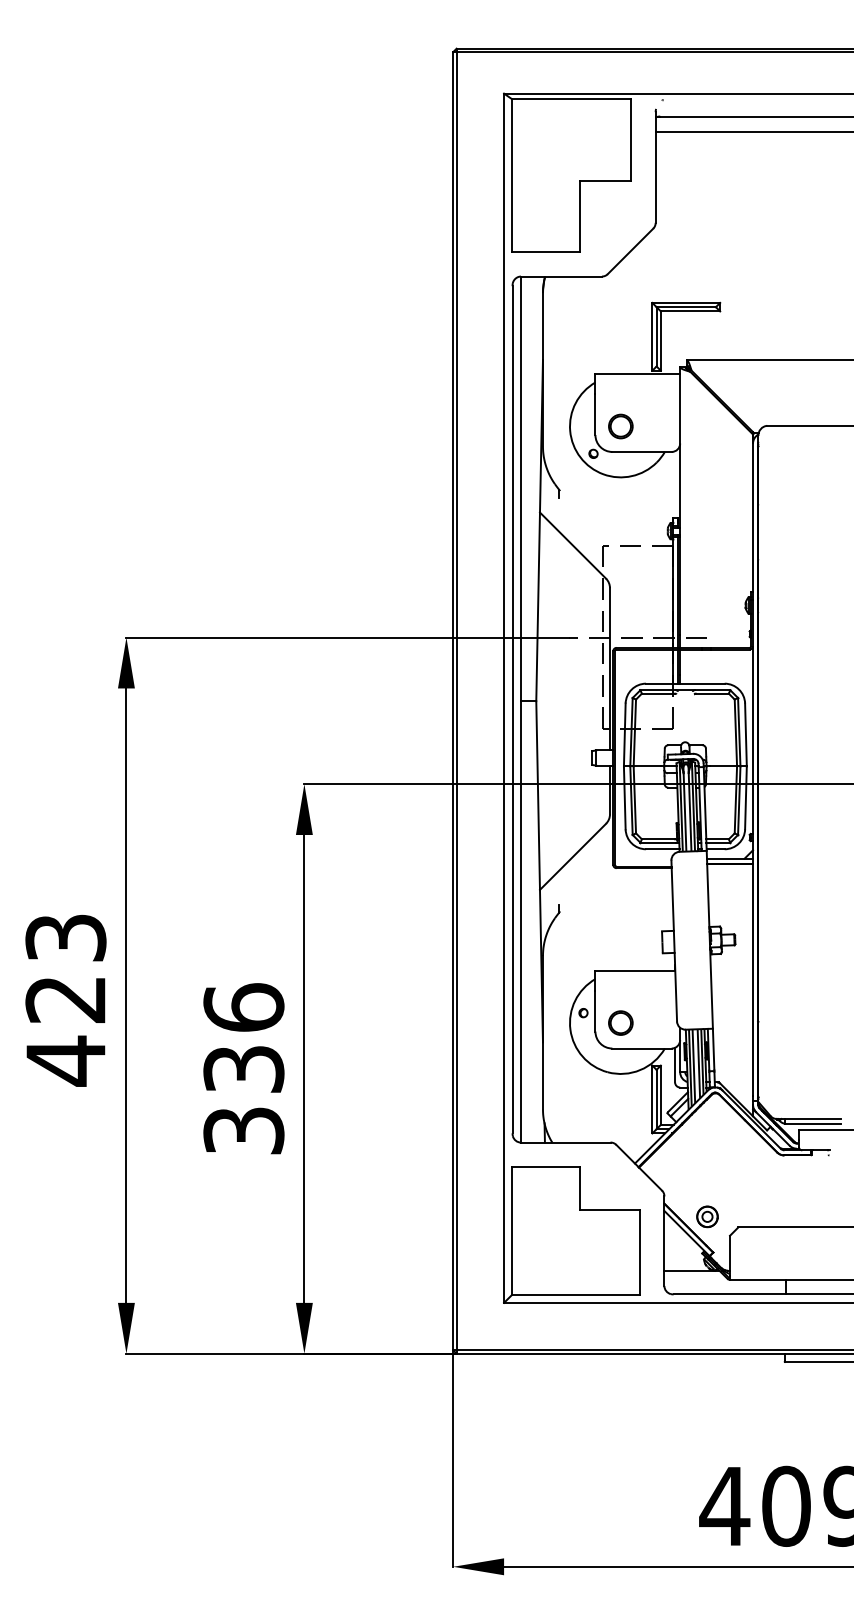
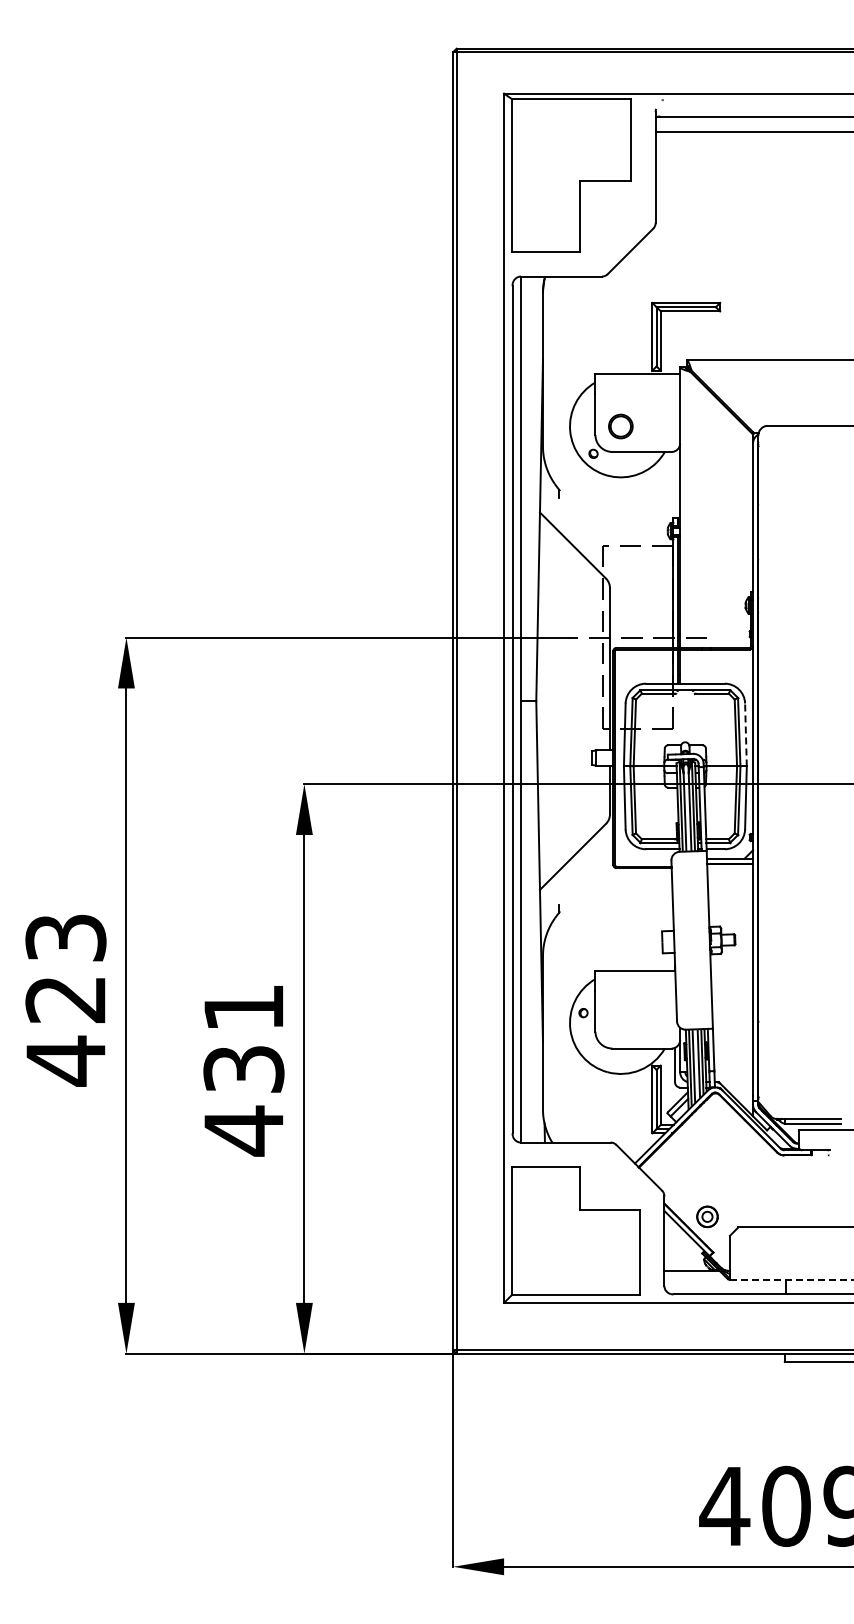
line at (745, 734): solid -> dashed
part at (620, 1022): present -> none
text at (243, 1069): 336 -> 431
line at (791, 1279): solid -> dashed
